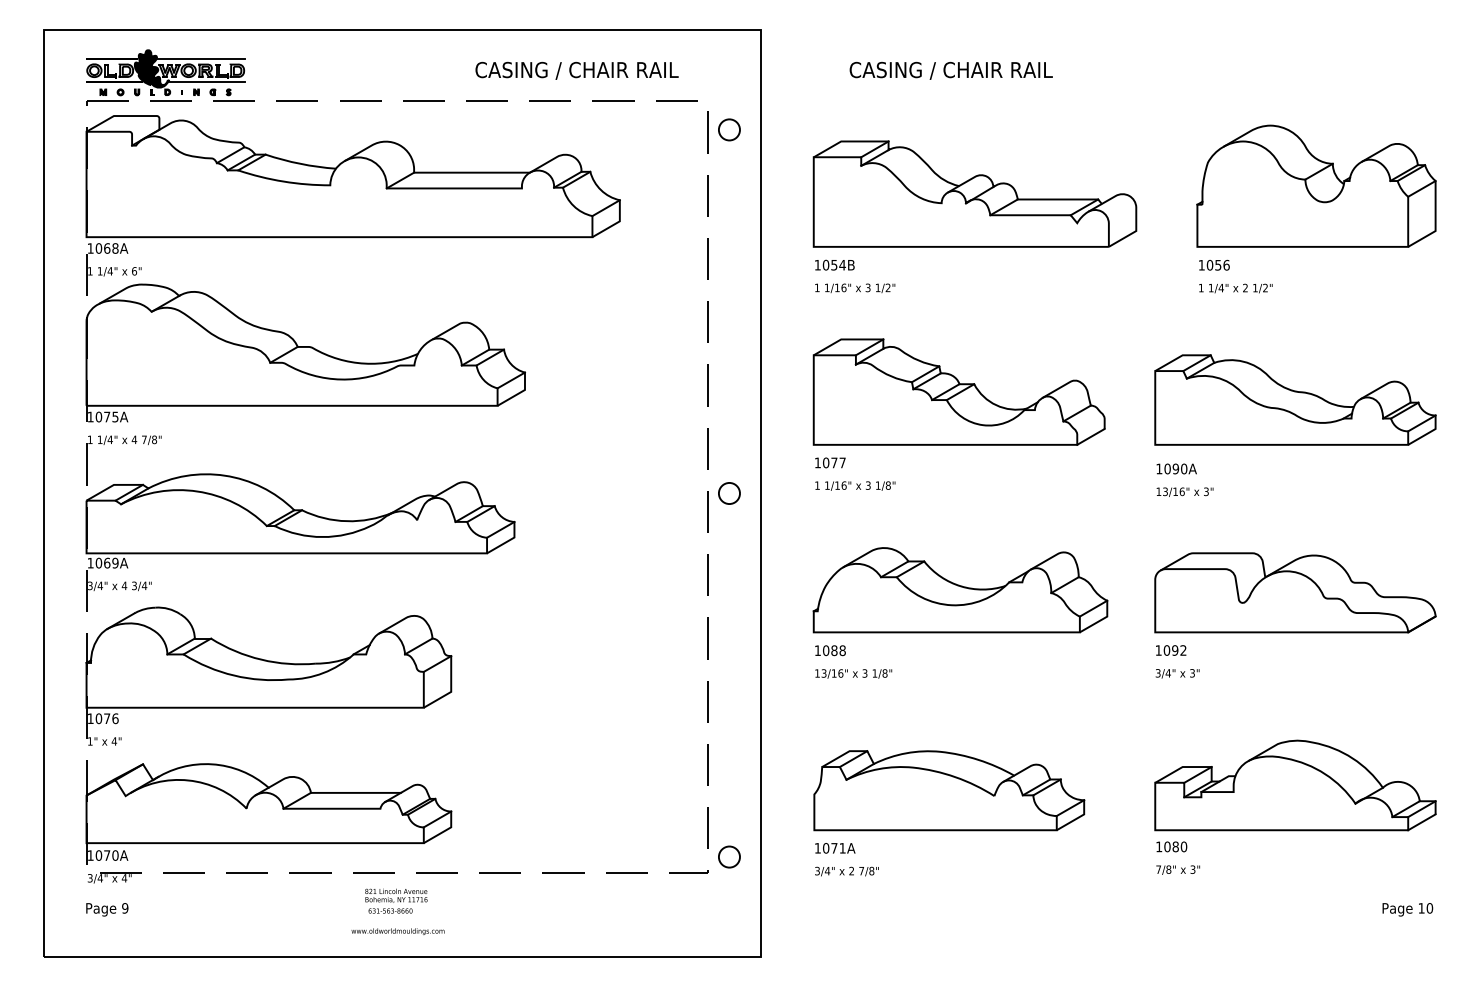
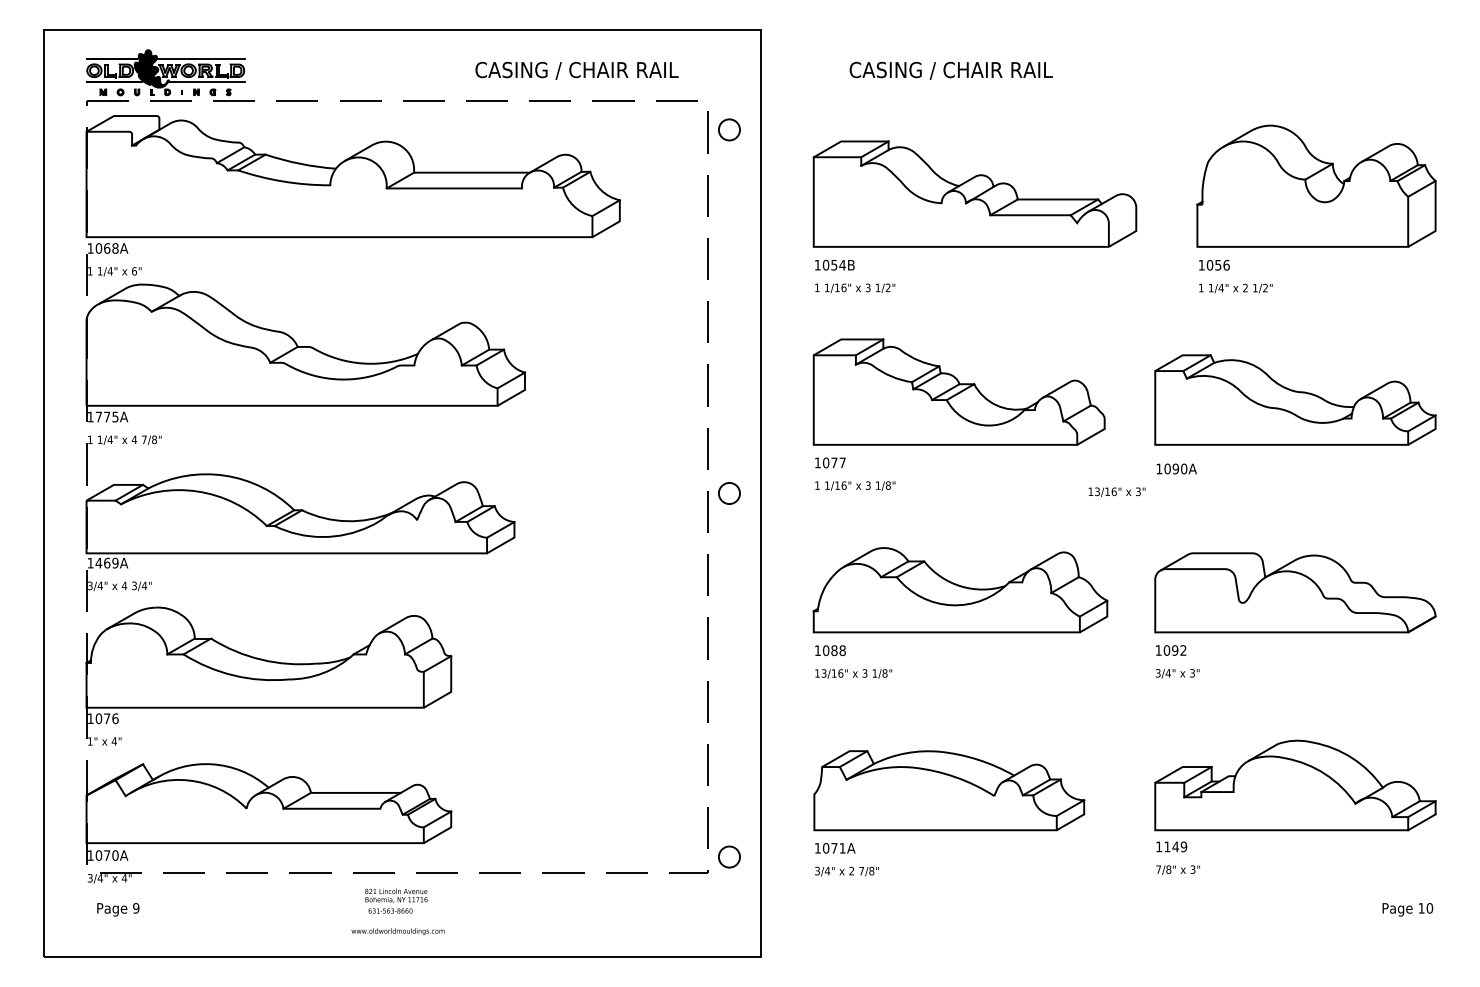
text at (98, 416): 1075A -> 1775A
text at (1184, 491) position: (1184, 491) -> (1116, 491)
text at (98, 562): 1069A -> 1469A
text at (1175, 846): 1080 -> 1149
text at (107, 909) position: (107, 909) -> (118, 909)
